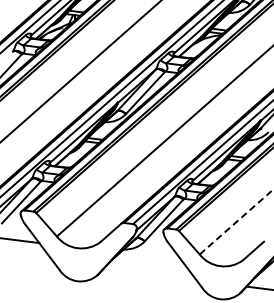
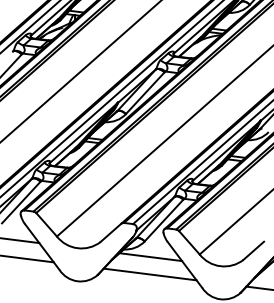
line at (237, 221): dashed -> solid
line at (150, 257): none -> present
line at (27, 258): none -> present
line at (149, 274): none -> present
